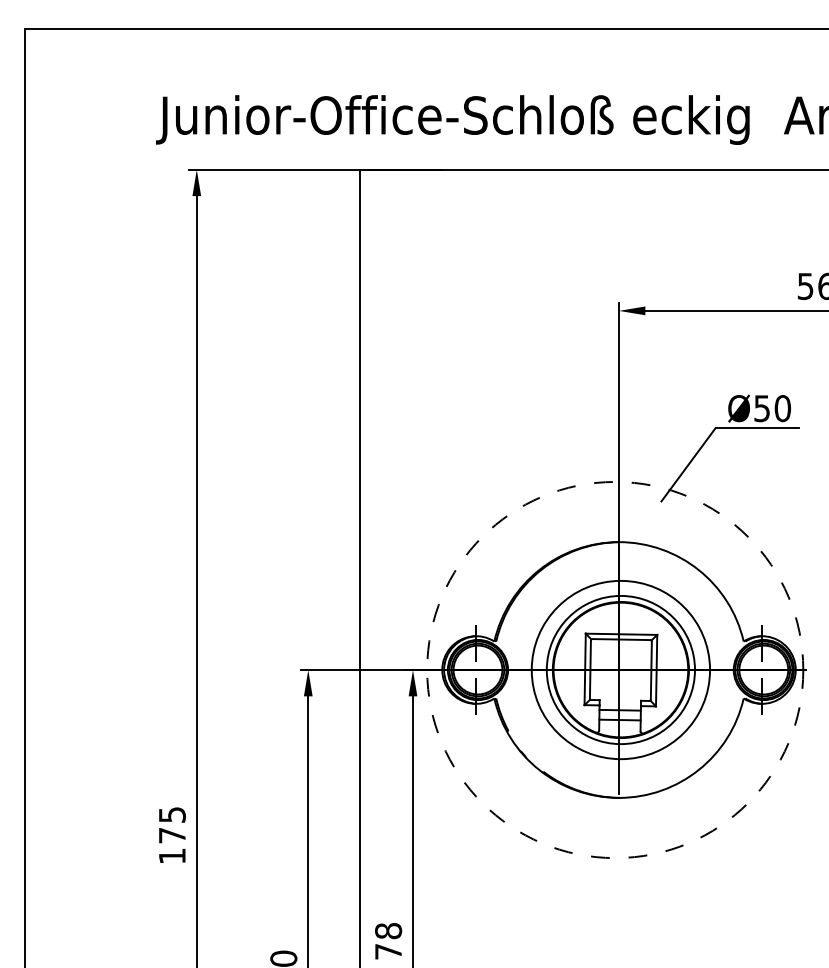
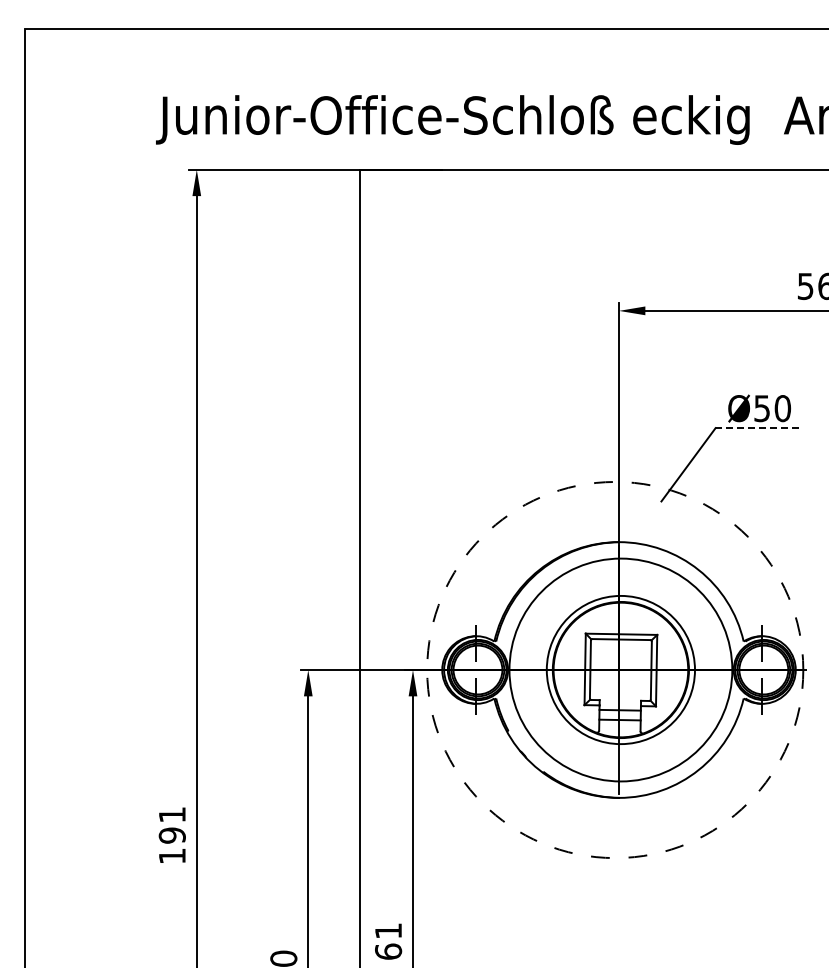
line at (757, 428): solid -> dashed
circle at (620, 669) diameter: 178 px -> 223 px
text at (171, 825): 175 -> 191
text at (388, 941): 78 -> 61
